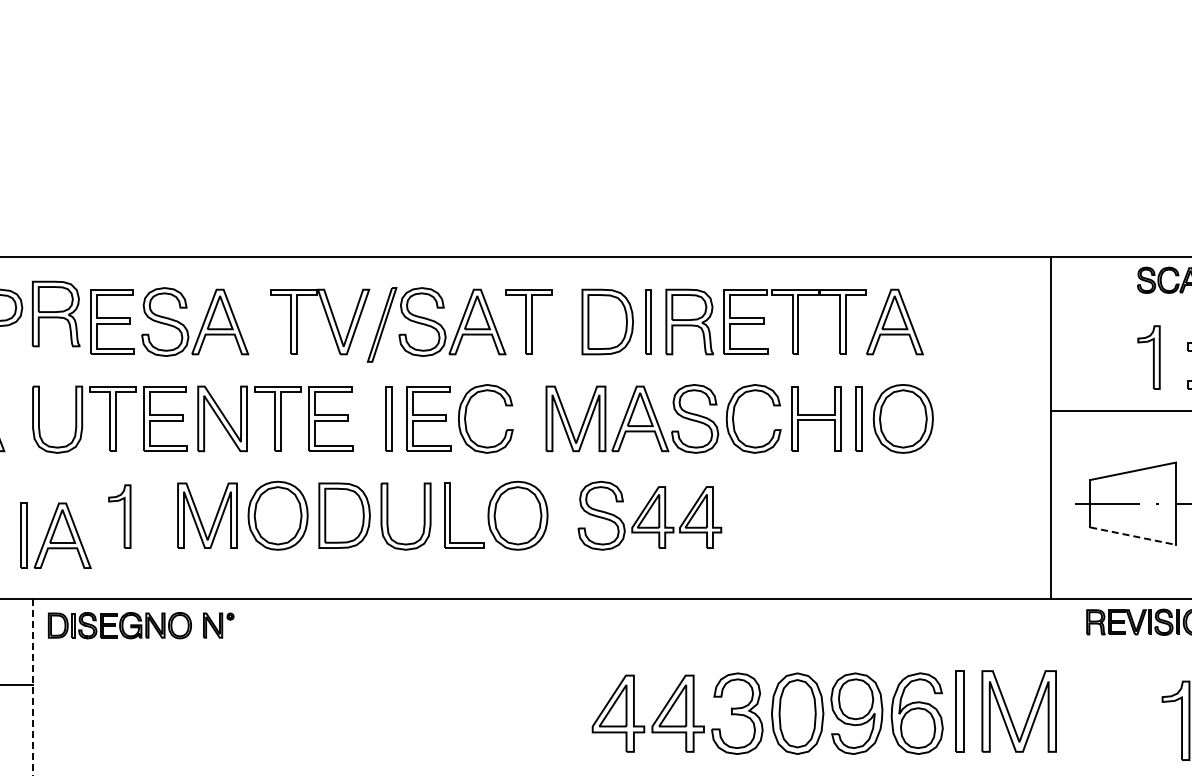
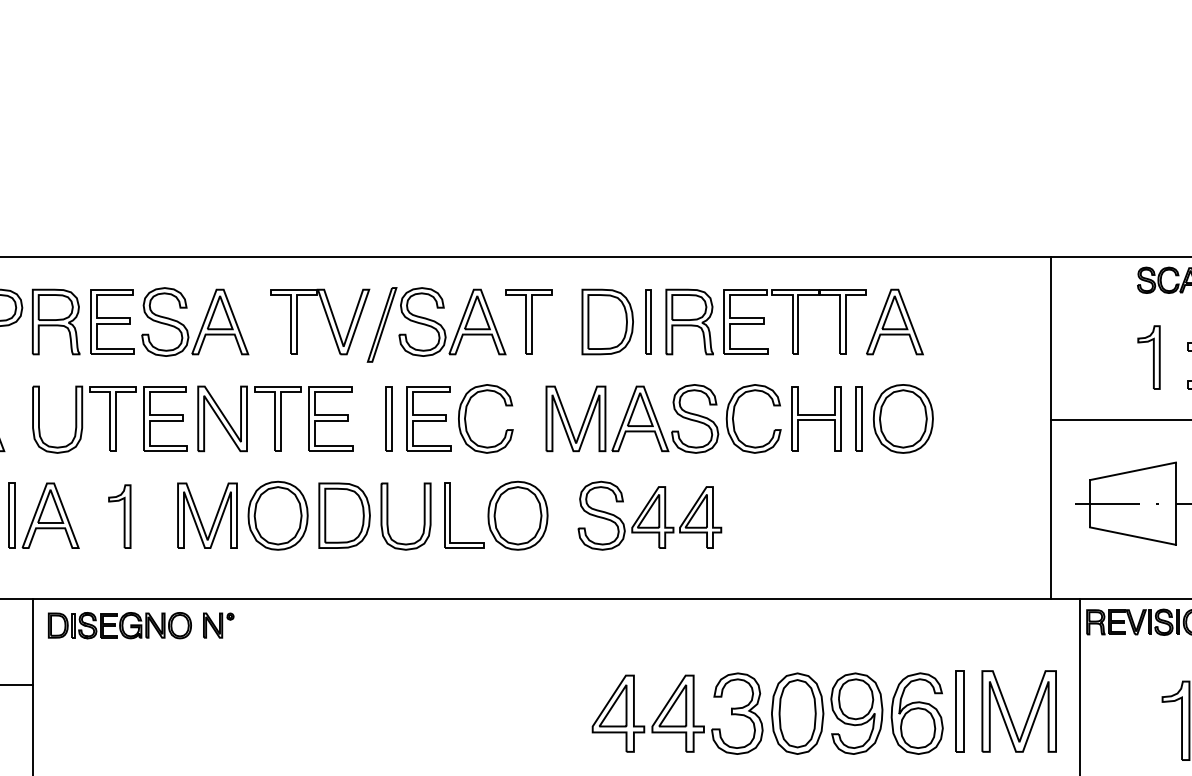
part at (56, 313) position: (56, 313) -> (56, 321)
line at (1119, 411) position: (1119, 411) -> (1119, 420)
part at (55, 535) position: (55, 535) -> (43, 515)
line at (1133, 536): dashed -> solid
line at (1079, 685): none -> present
line at (33, 687): dashed -> solid
